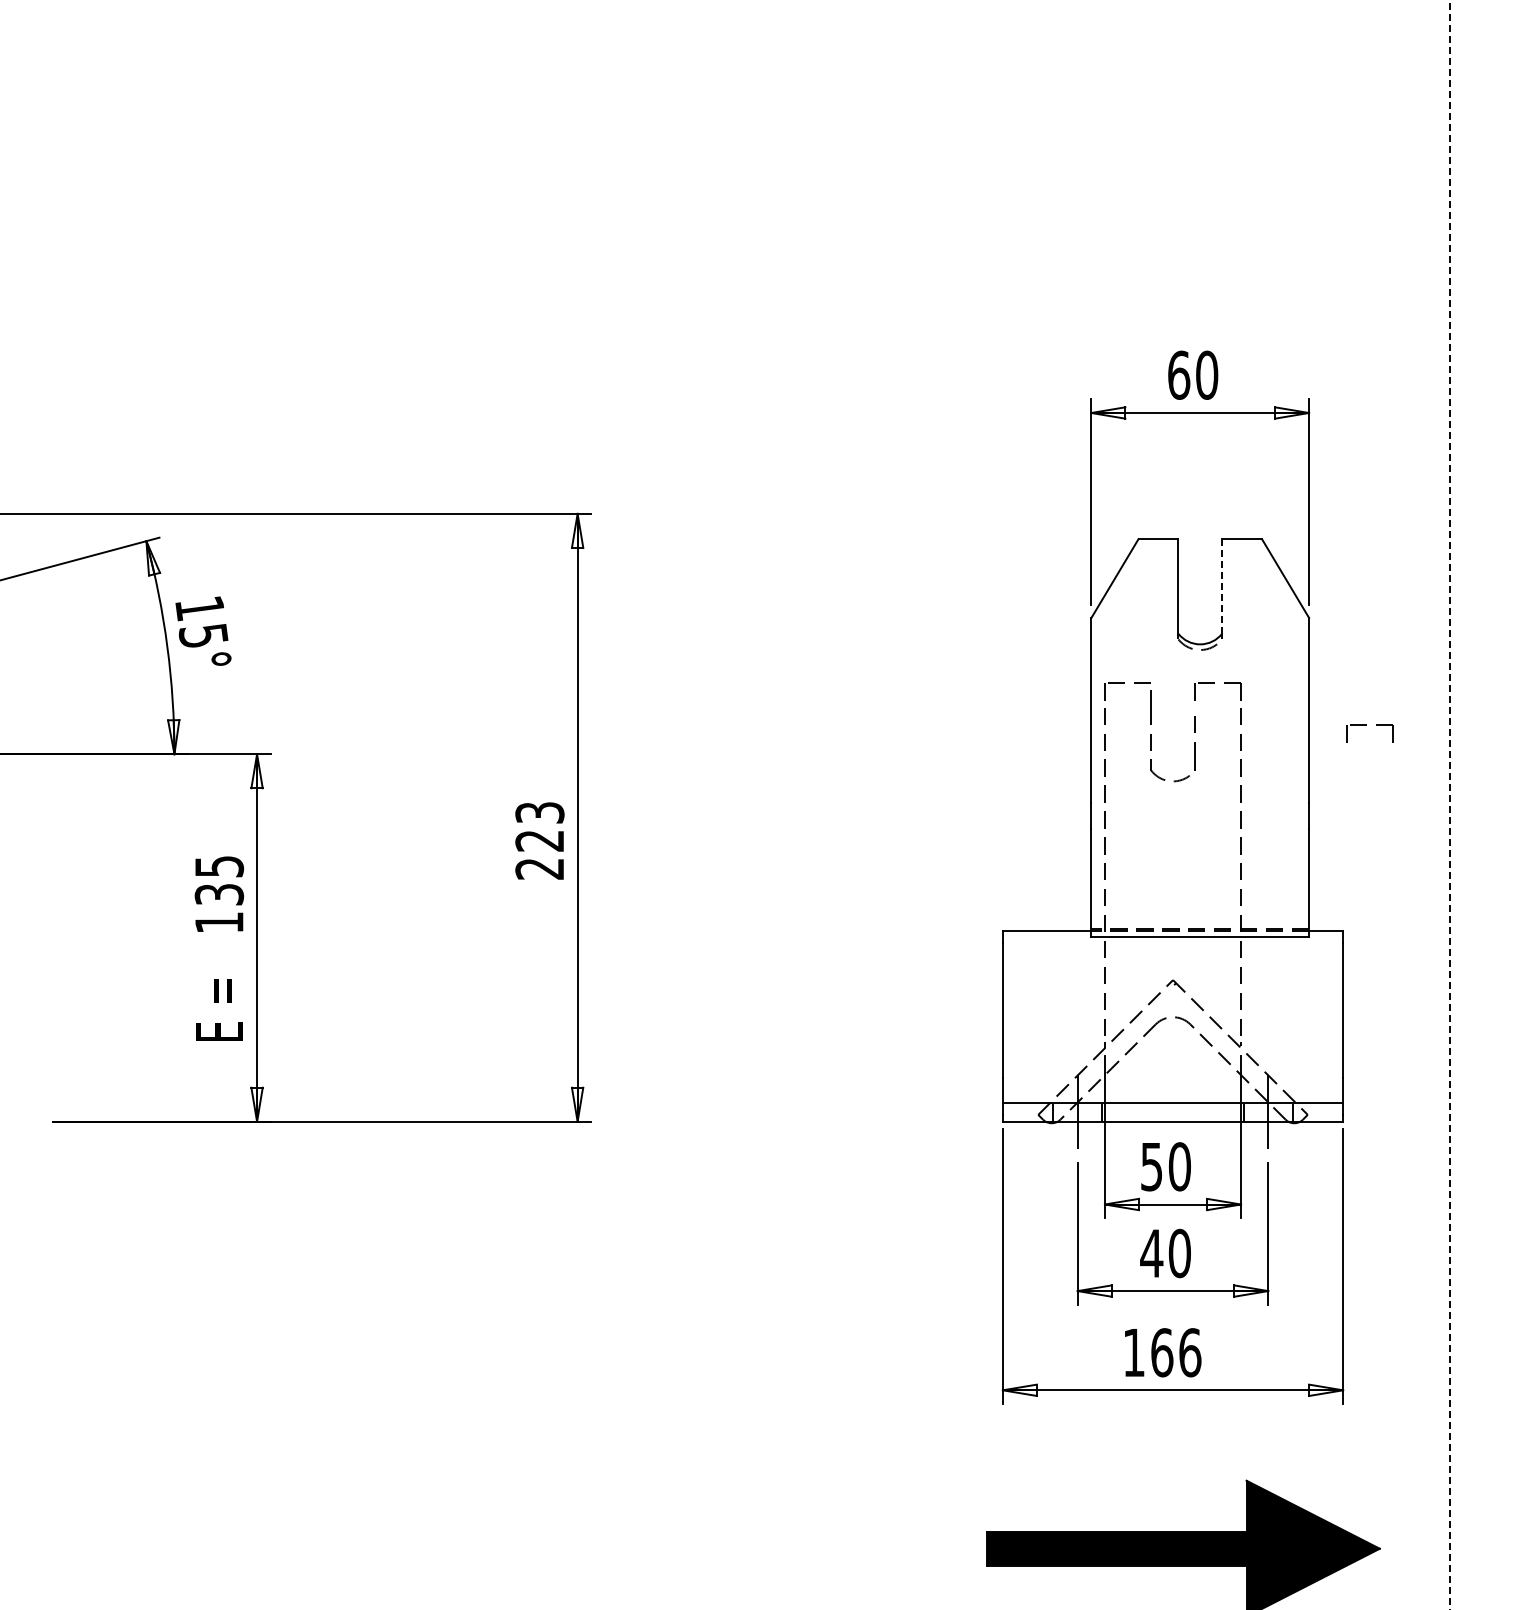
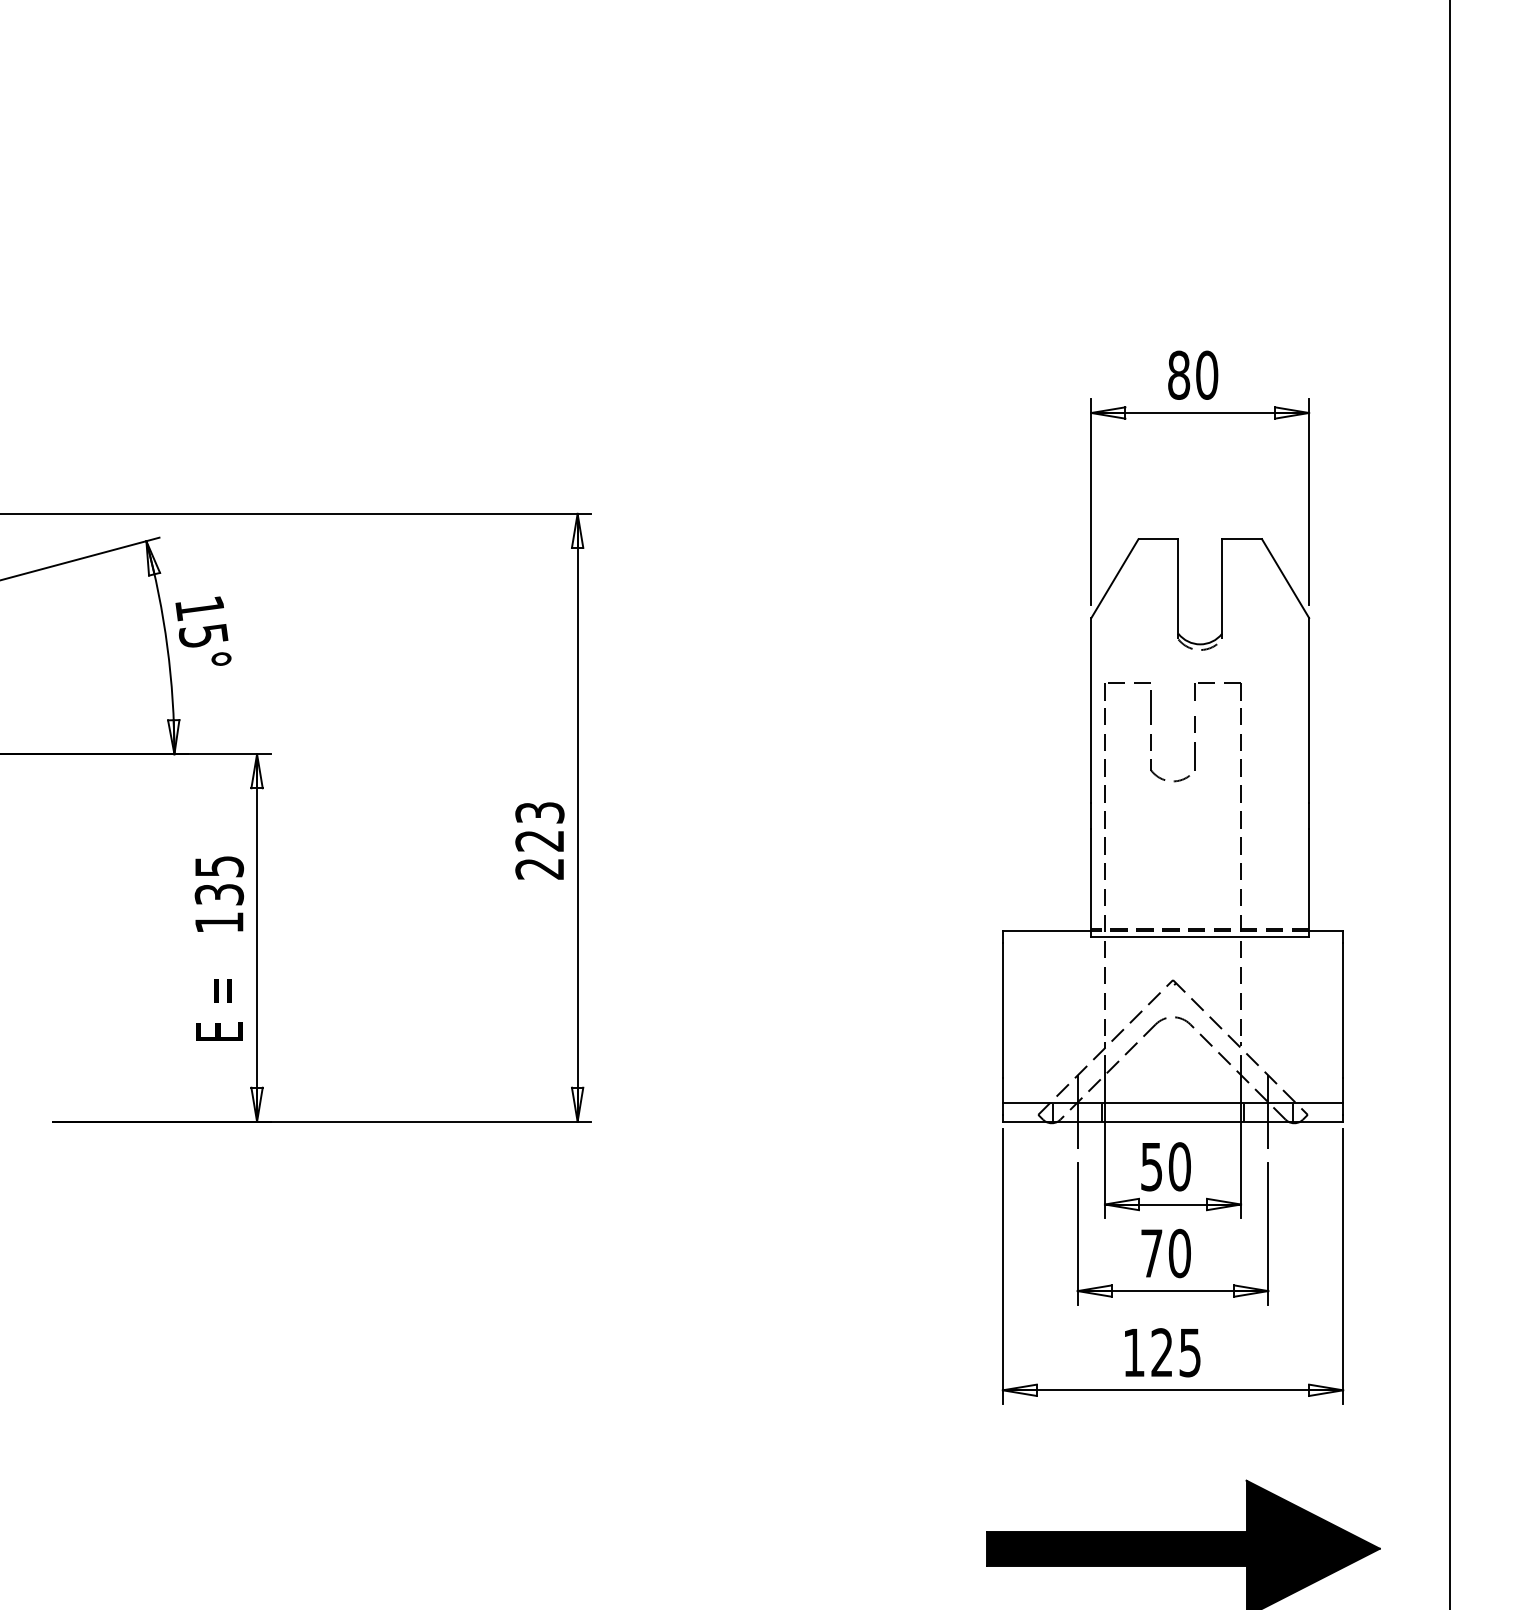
text at (1179, 374): 60 -> 80
line at (1222, 586): dashed -> solid
part at (1366, 725): present -> none
line at (1449, 804): dashed -> solid
text at (1151, 1253): 40 -> 70
text at (1176, 1352): 166 -> 125
